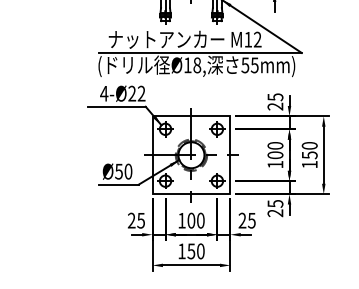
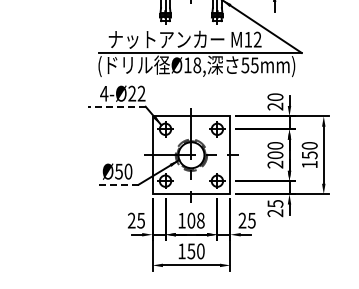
text at (275, 97): 25 -> 20
line at (116, 106): solid -> dashed
text at (275, 164): 100 -> 200
line at (118, 184): solid -> dashed
text at (200, 220): 100 -> 108
